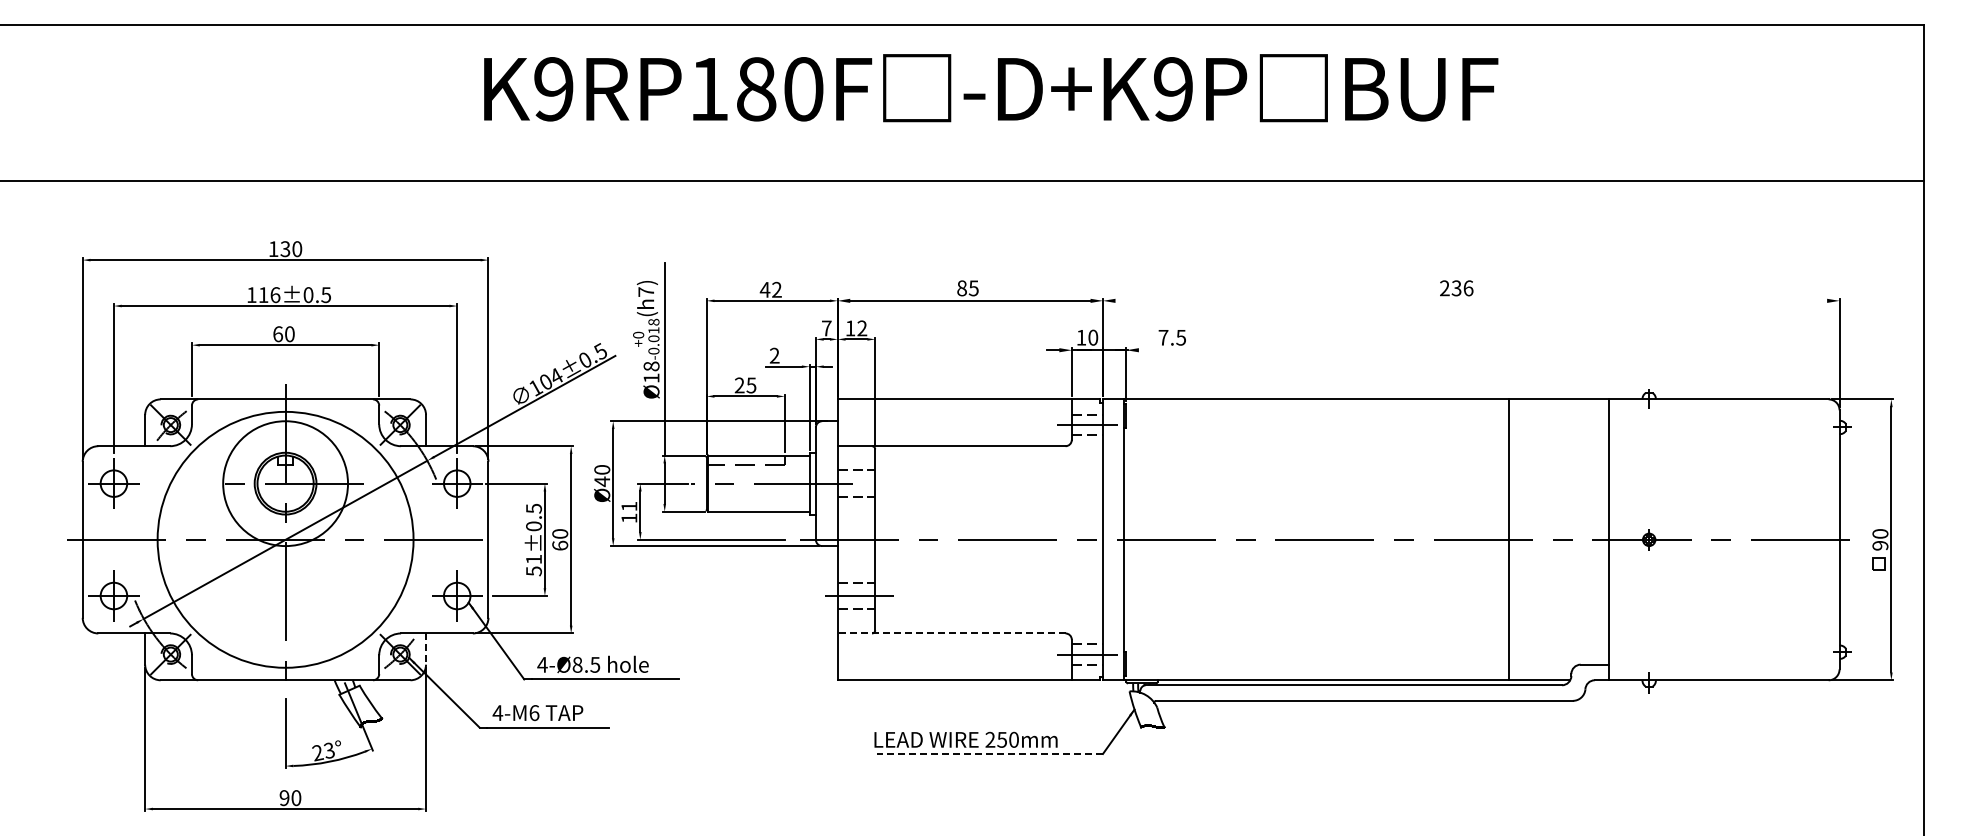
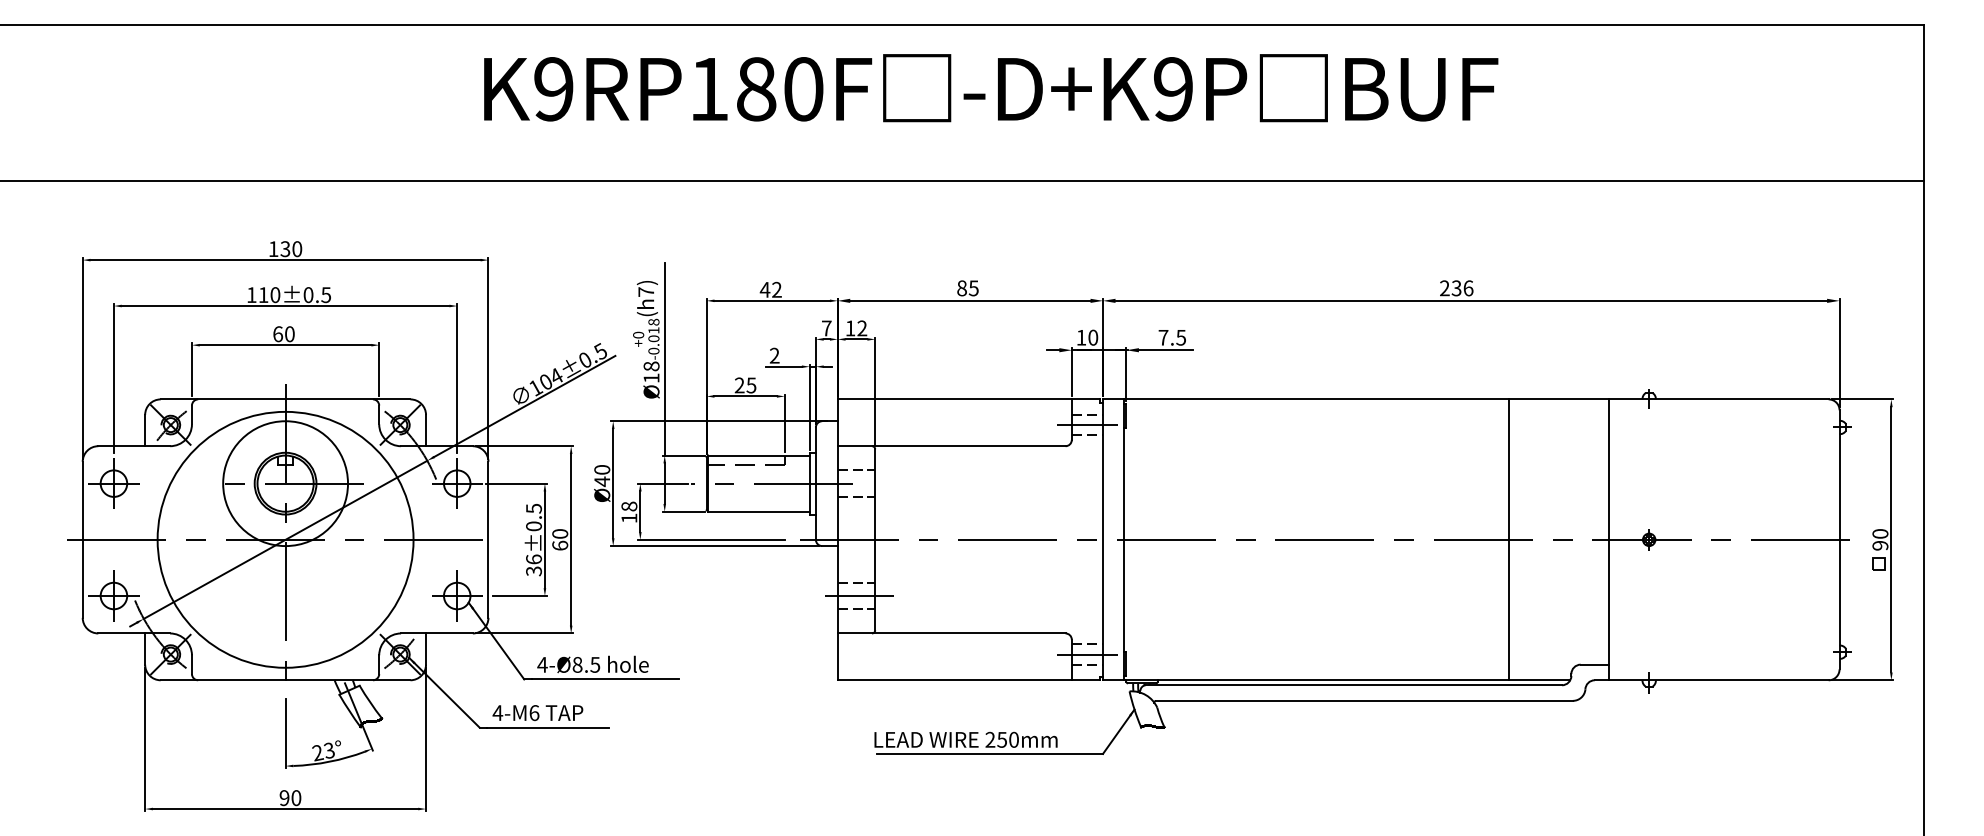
text at (275, 294): 116 -> 110
line at (1471, 300): none -> present
line at (1165, 350): none -> present
text at (629, 506): 11 -> 18
text at (533, 564): 51 -> 36
line at (951, 633): dashed -> solid
line at (426, 649): dashed -> solid
line at (989, 753): dashed -> solid
